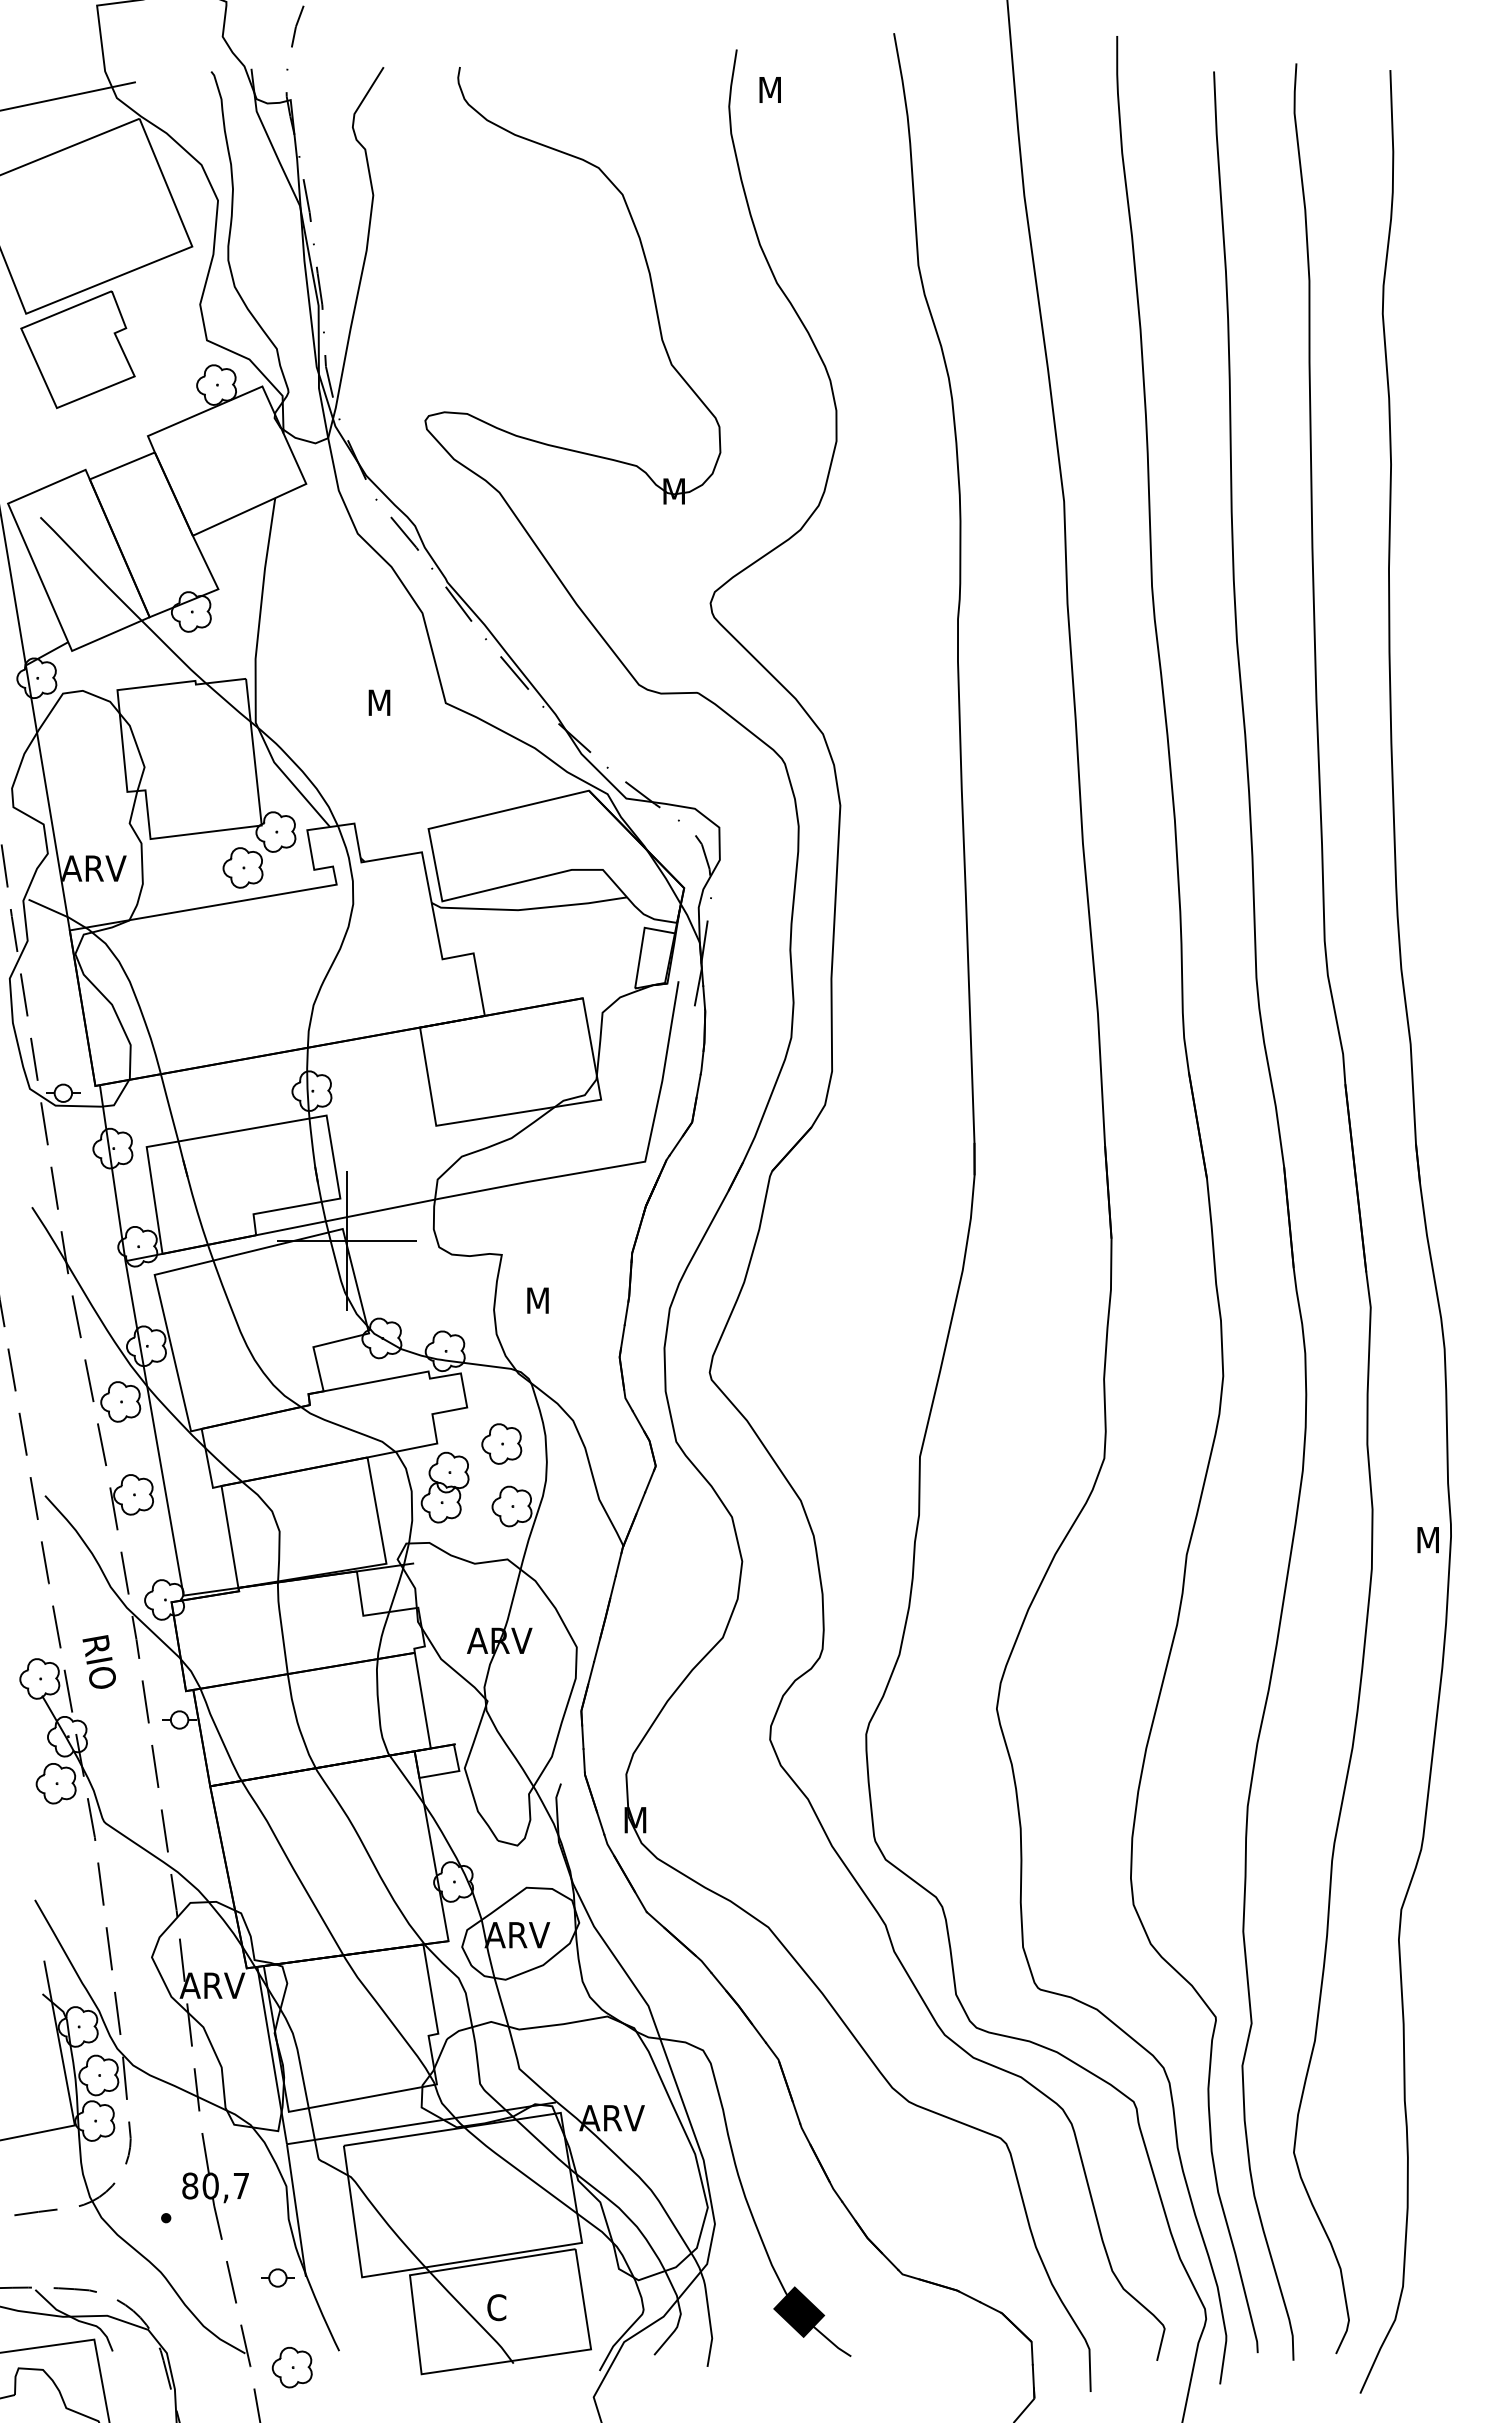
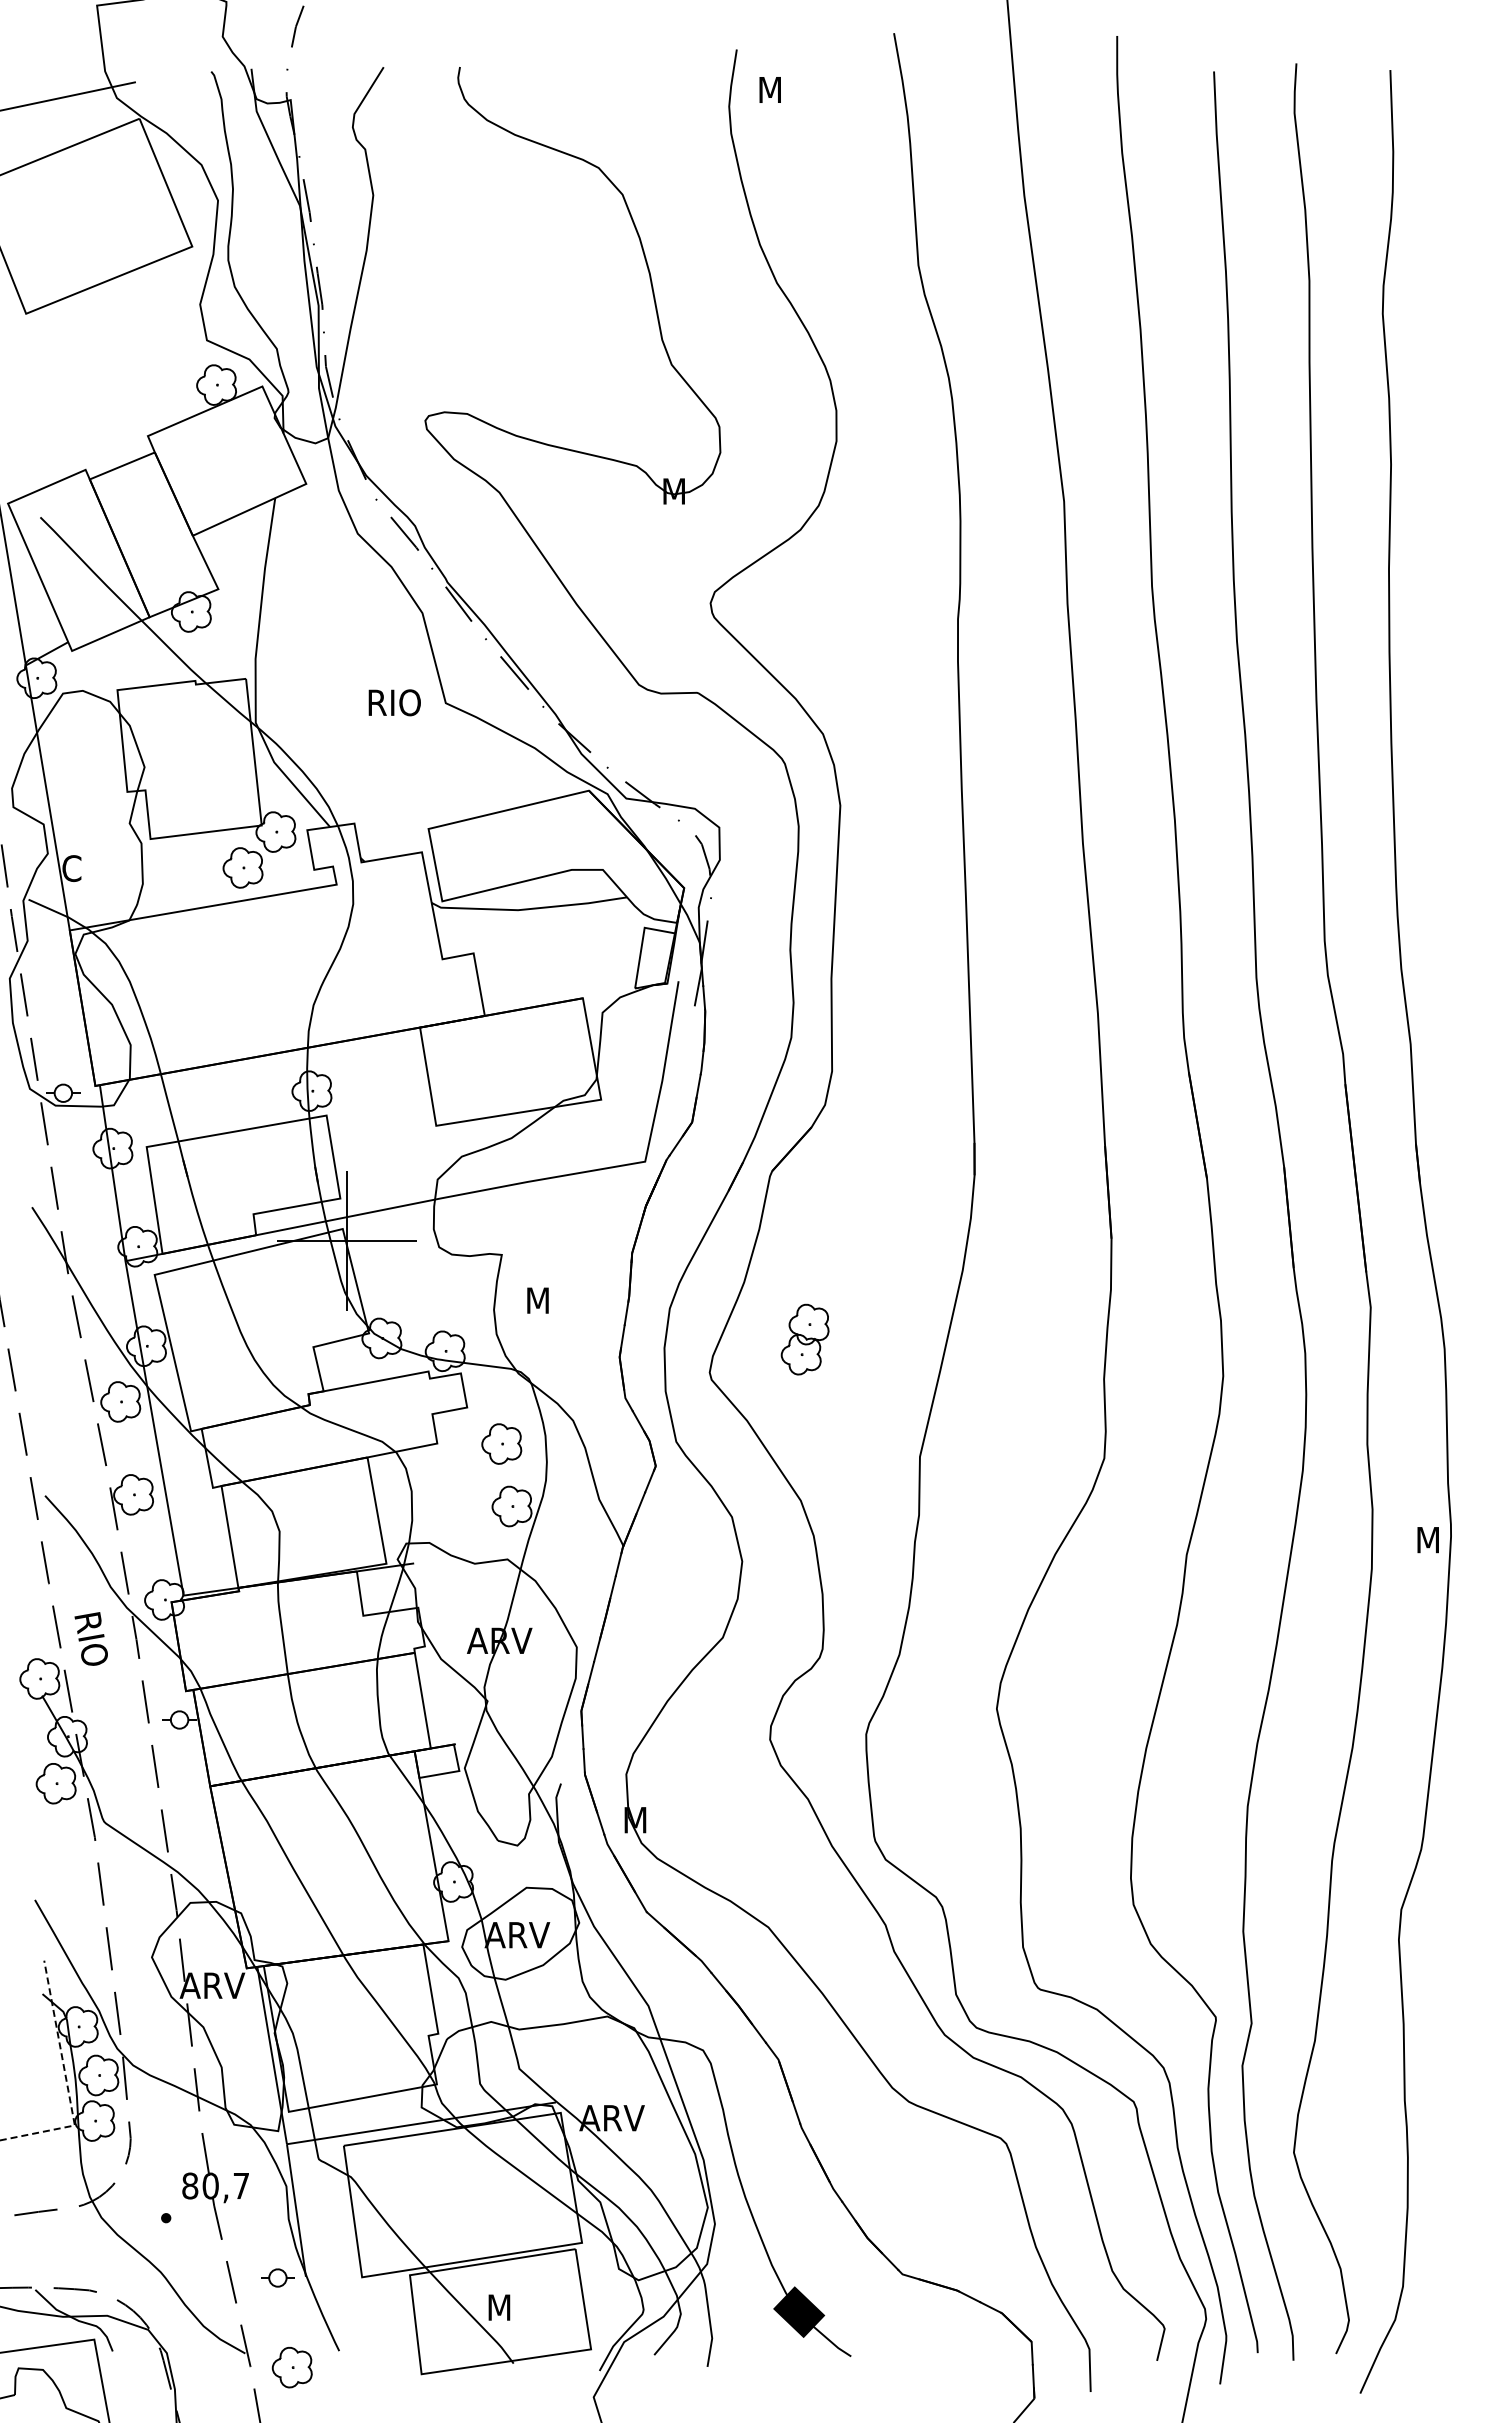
part at (77, 349): present -> none
text at (395, 702): M -> RIO
text at (94, 868): ARV -> C
part at (444, 1487) position: (444, 1487) -> (804, 1339)
text at (98, 1661) position: (98, 1661) -> (90, 1638)
line at (66, 2080): solid -> dashed
text at (498, 2307): C -> M
